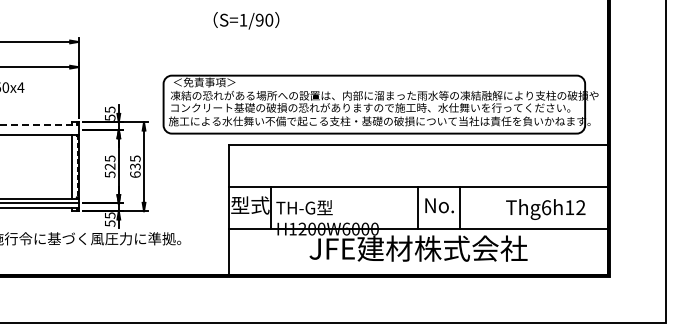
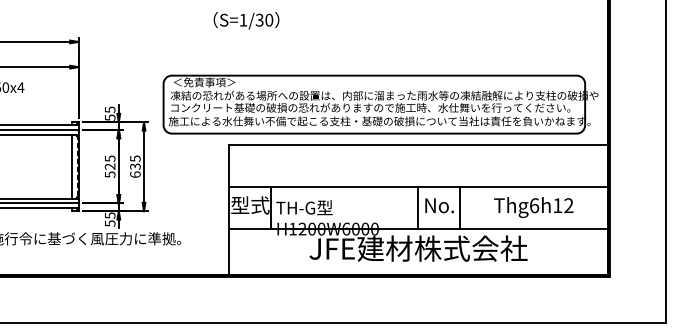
text at (259, 20): S=1/90 -> S=1/30
line at (39, 124): dashed -> solid
line at (40, 129): none -> present
text at (545, 209) position: (545, 209) -> (533, 207)
